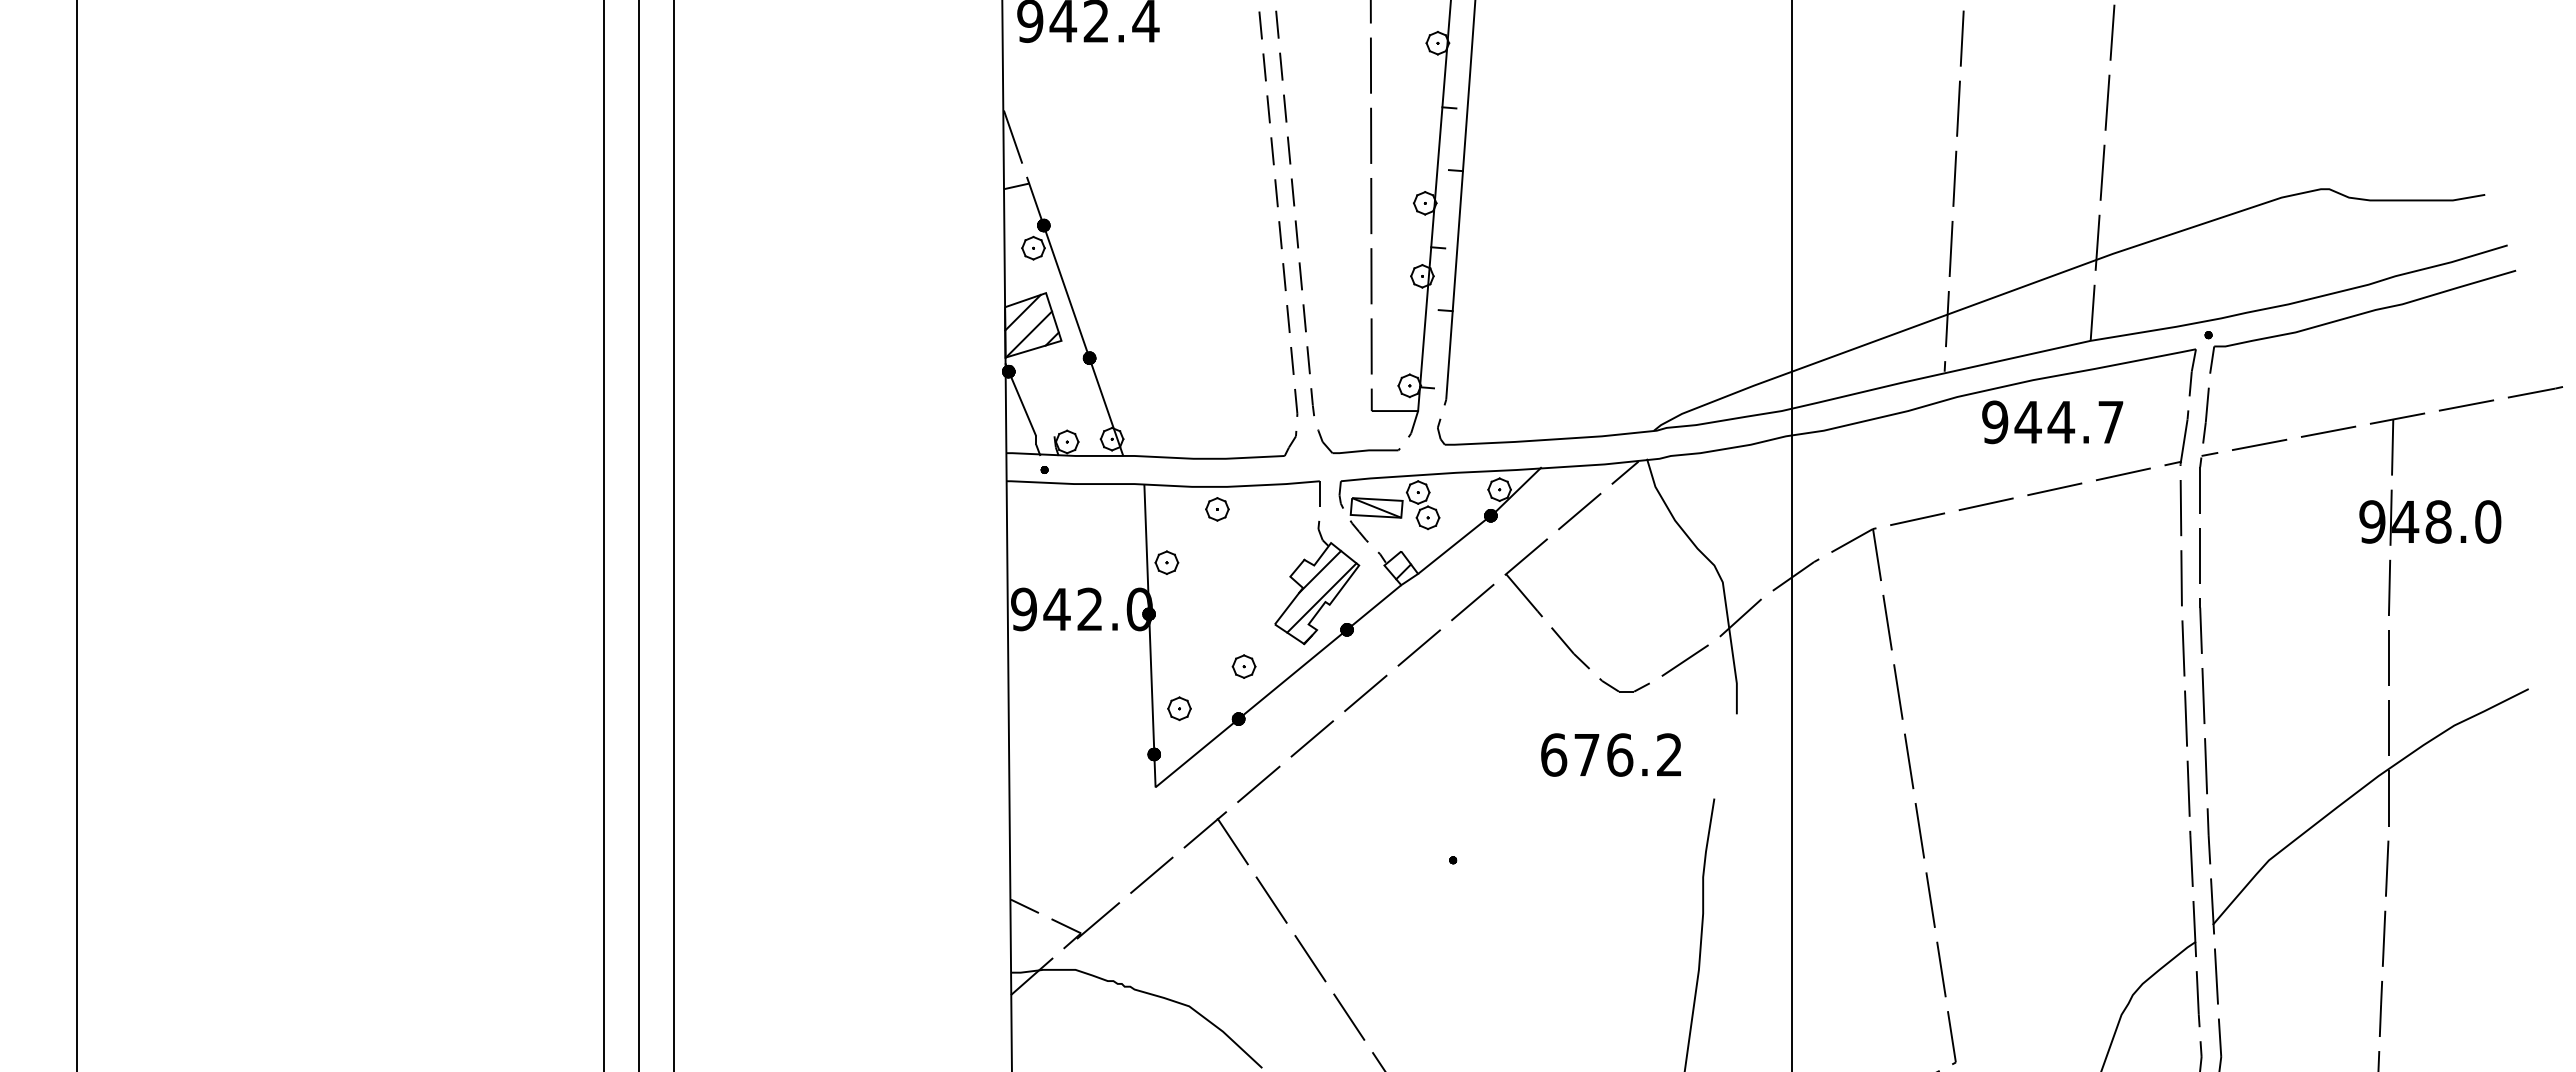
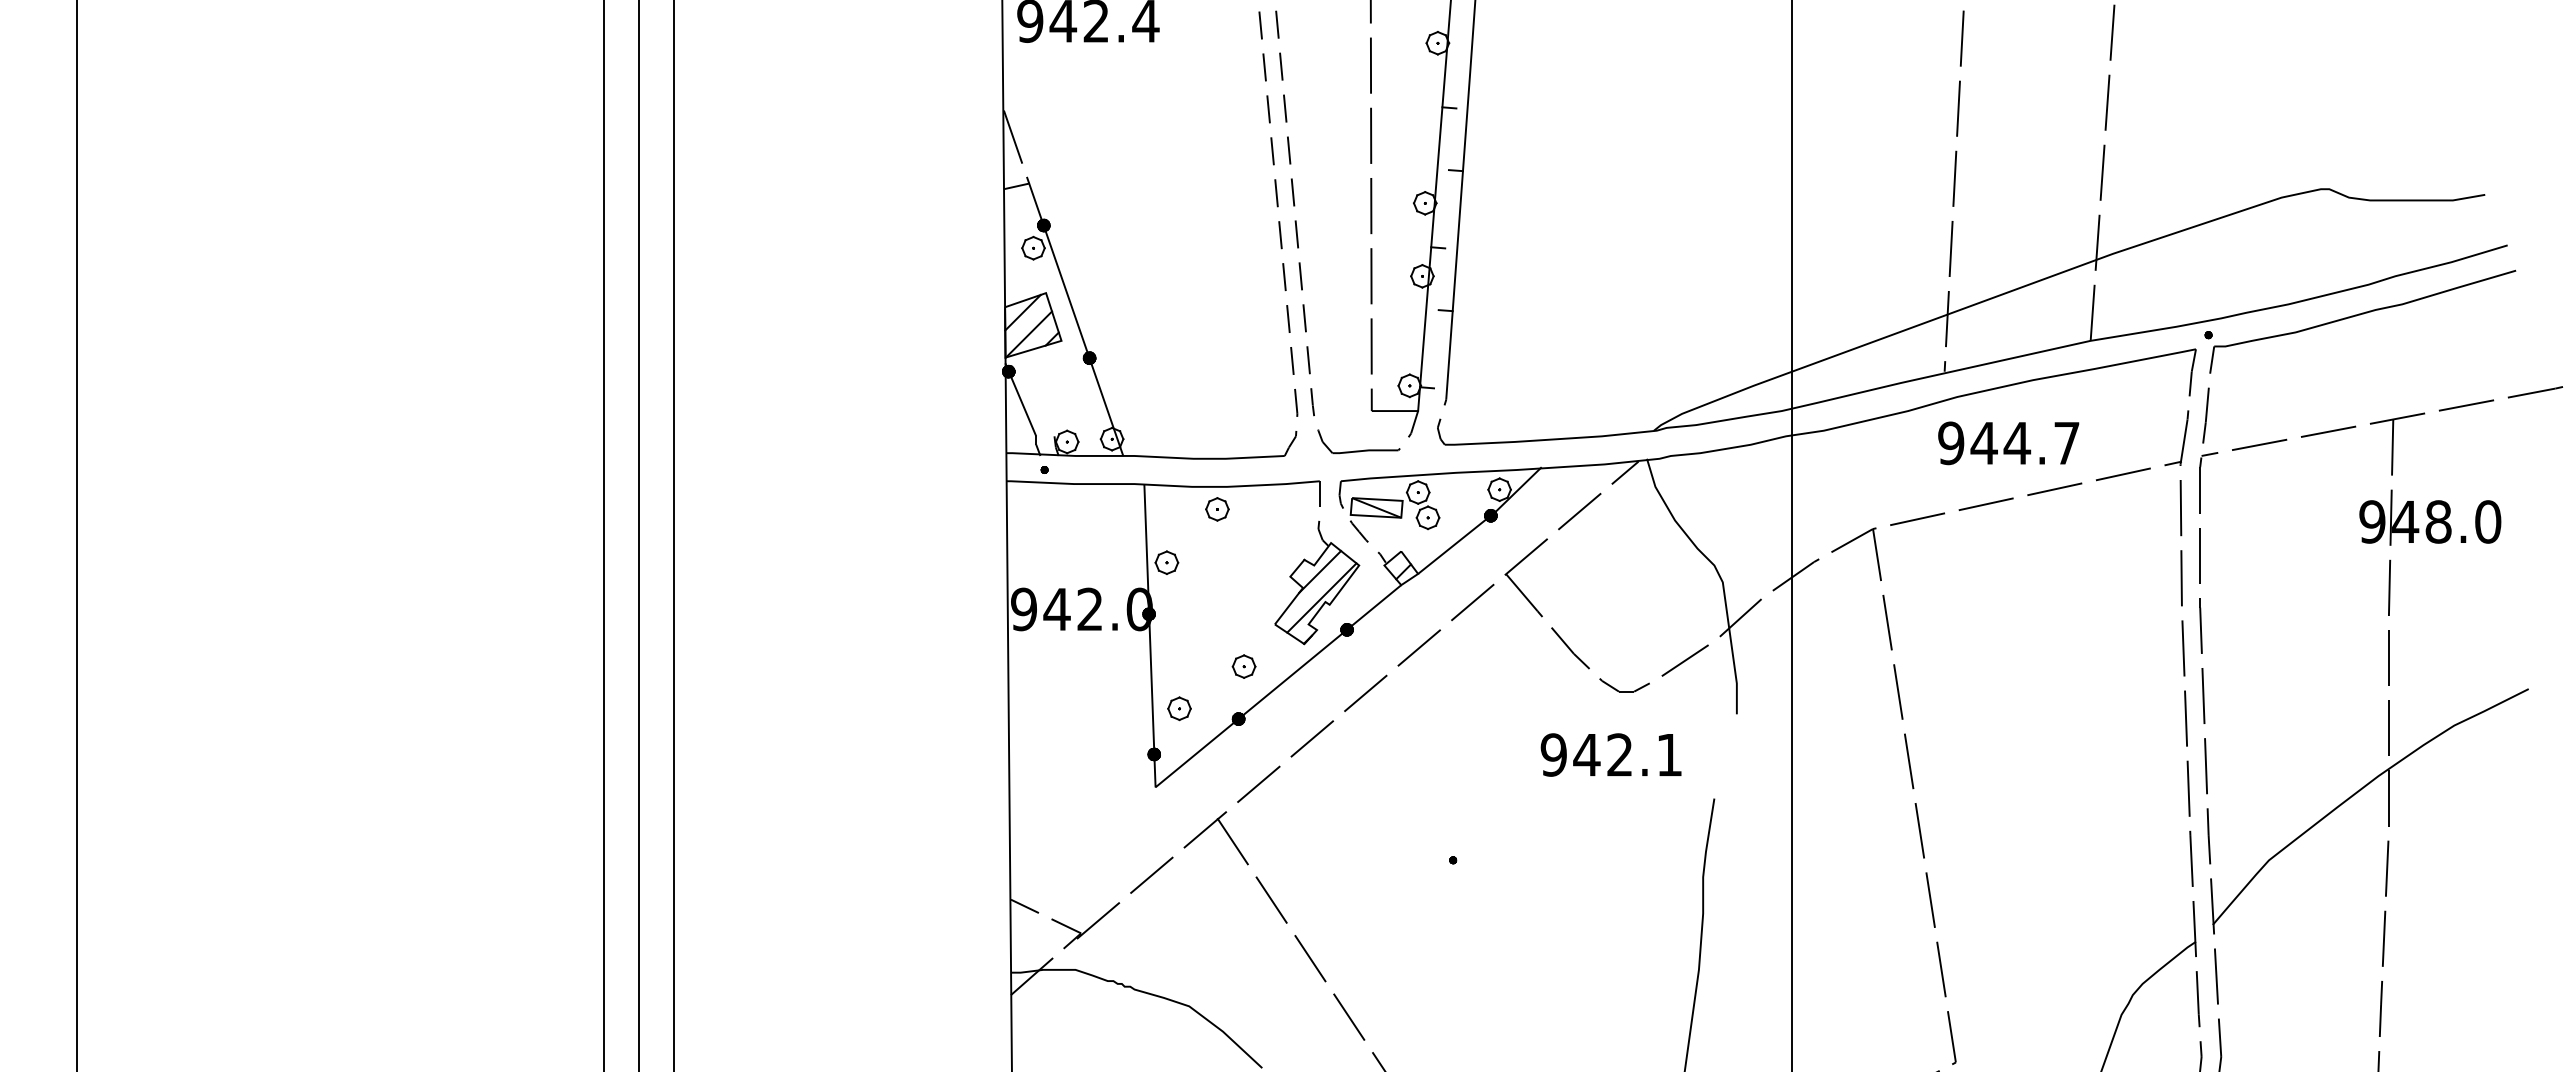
text at (2052, 422) position: (2052, 422) -> (2008, 443)
text at (1610, 754): 676.2 -> 942.1
